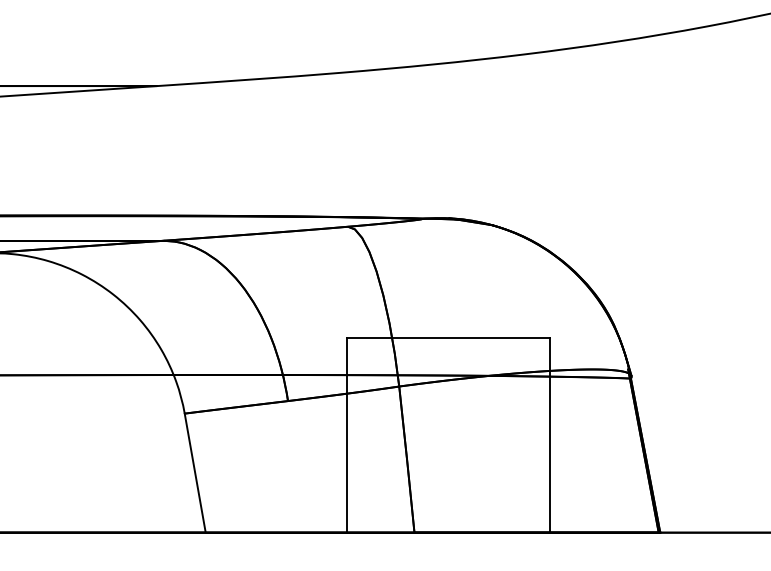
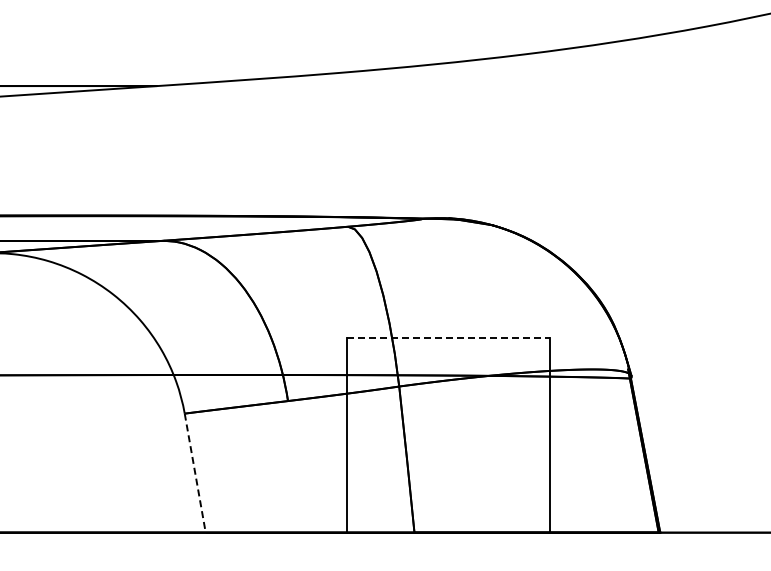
line at (448, 338): solid -> dashed
line at (195, 473): solid -> dashed
